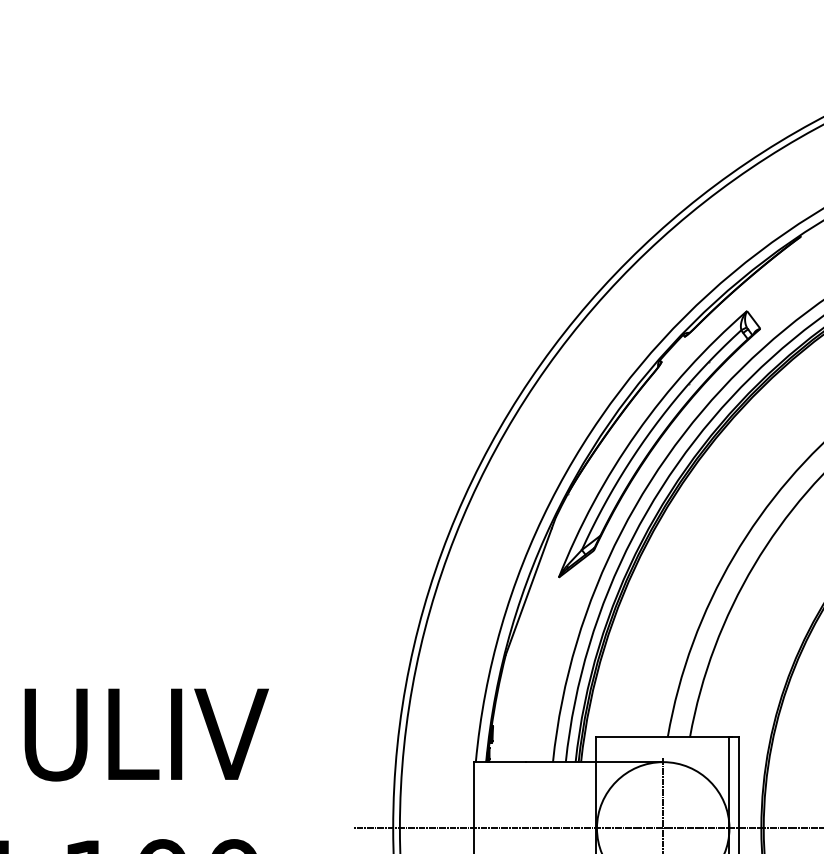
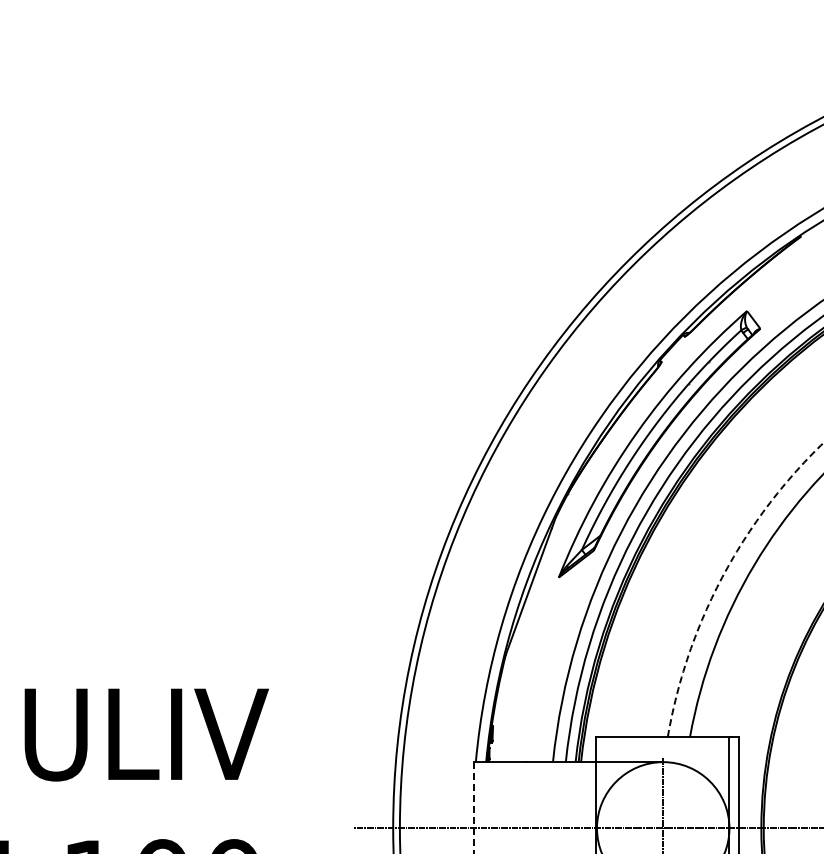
arc at (722, 577): solid -> dashed
line at (474, 807): solid -> dashed
